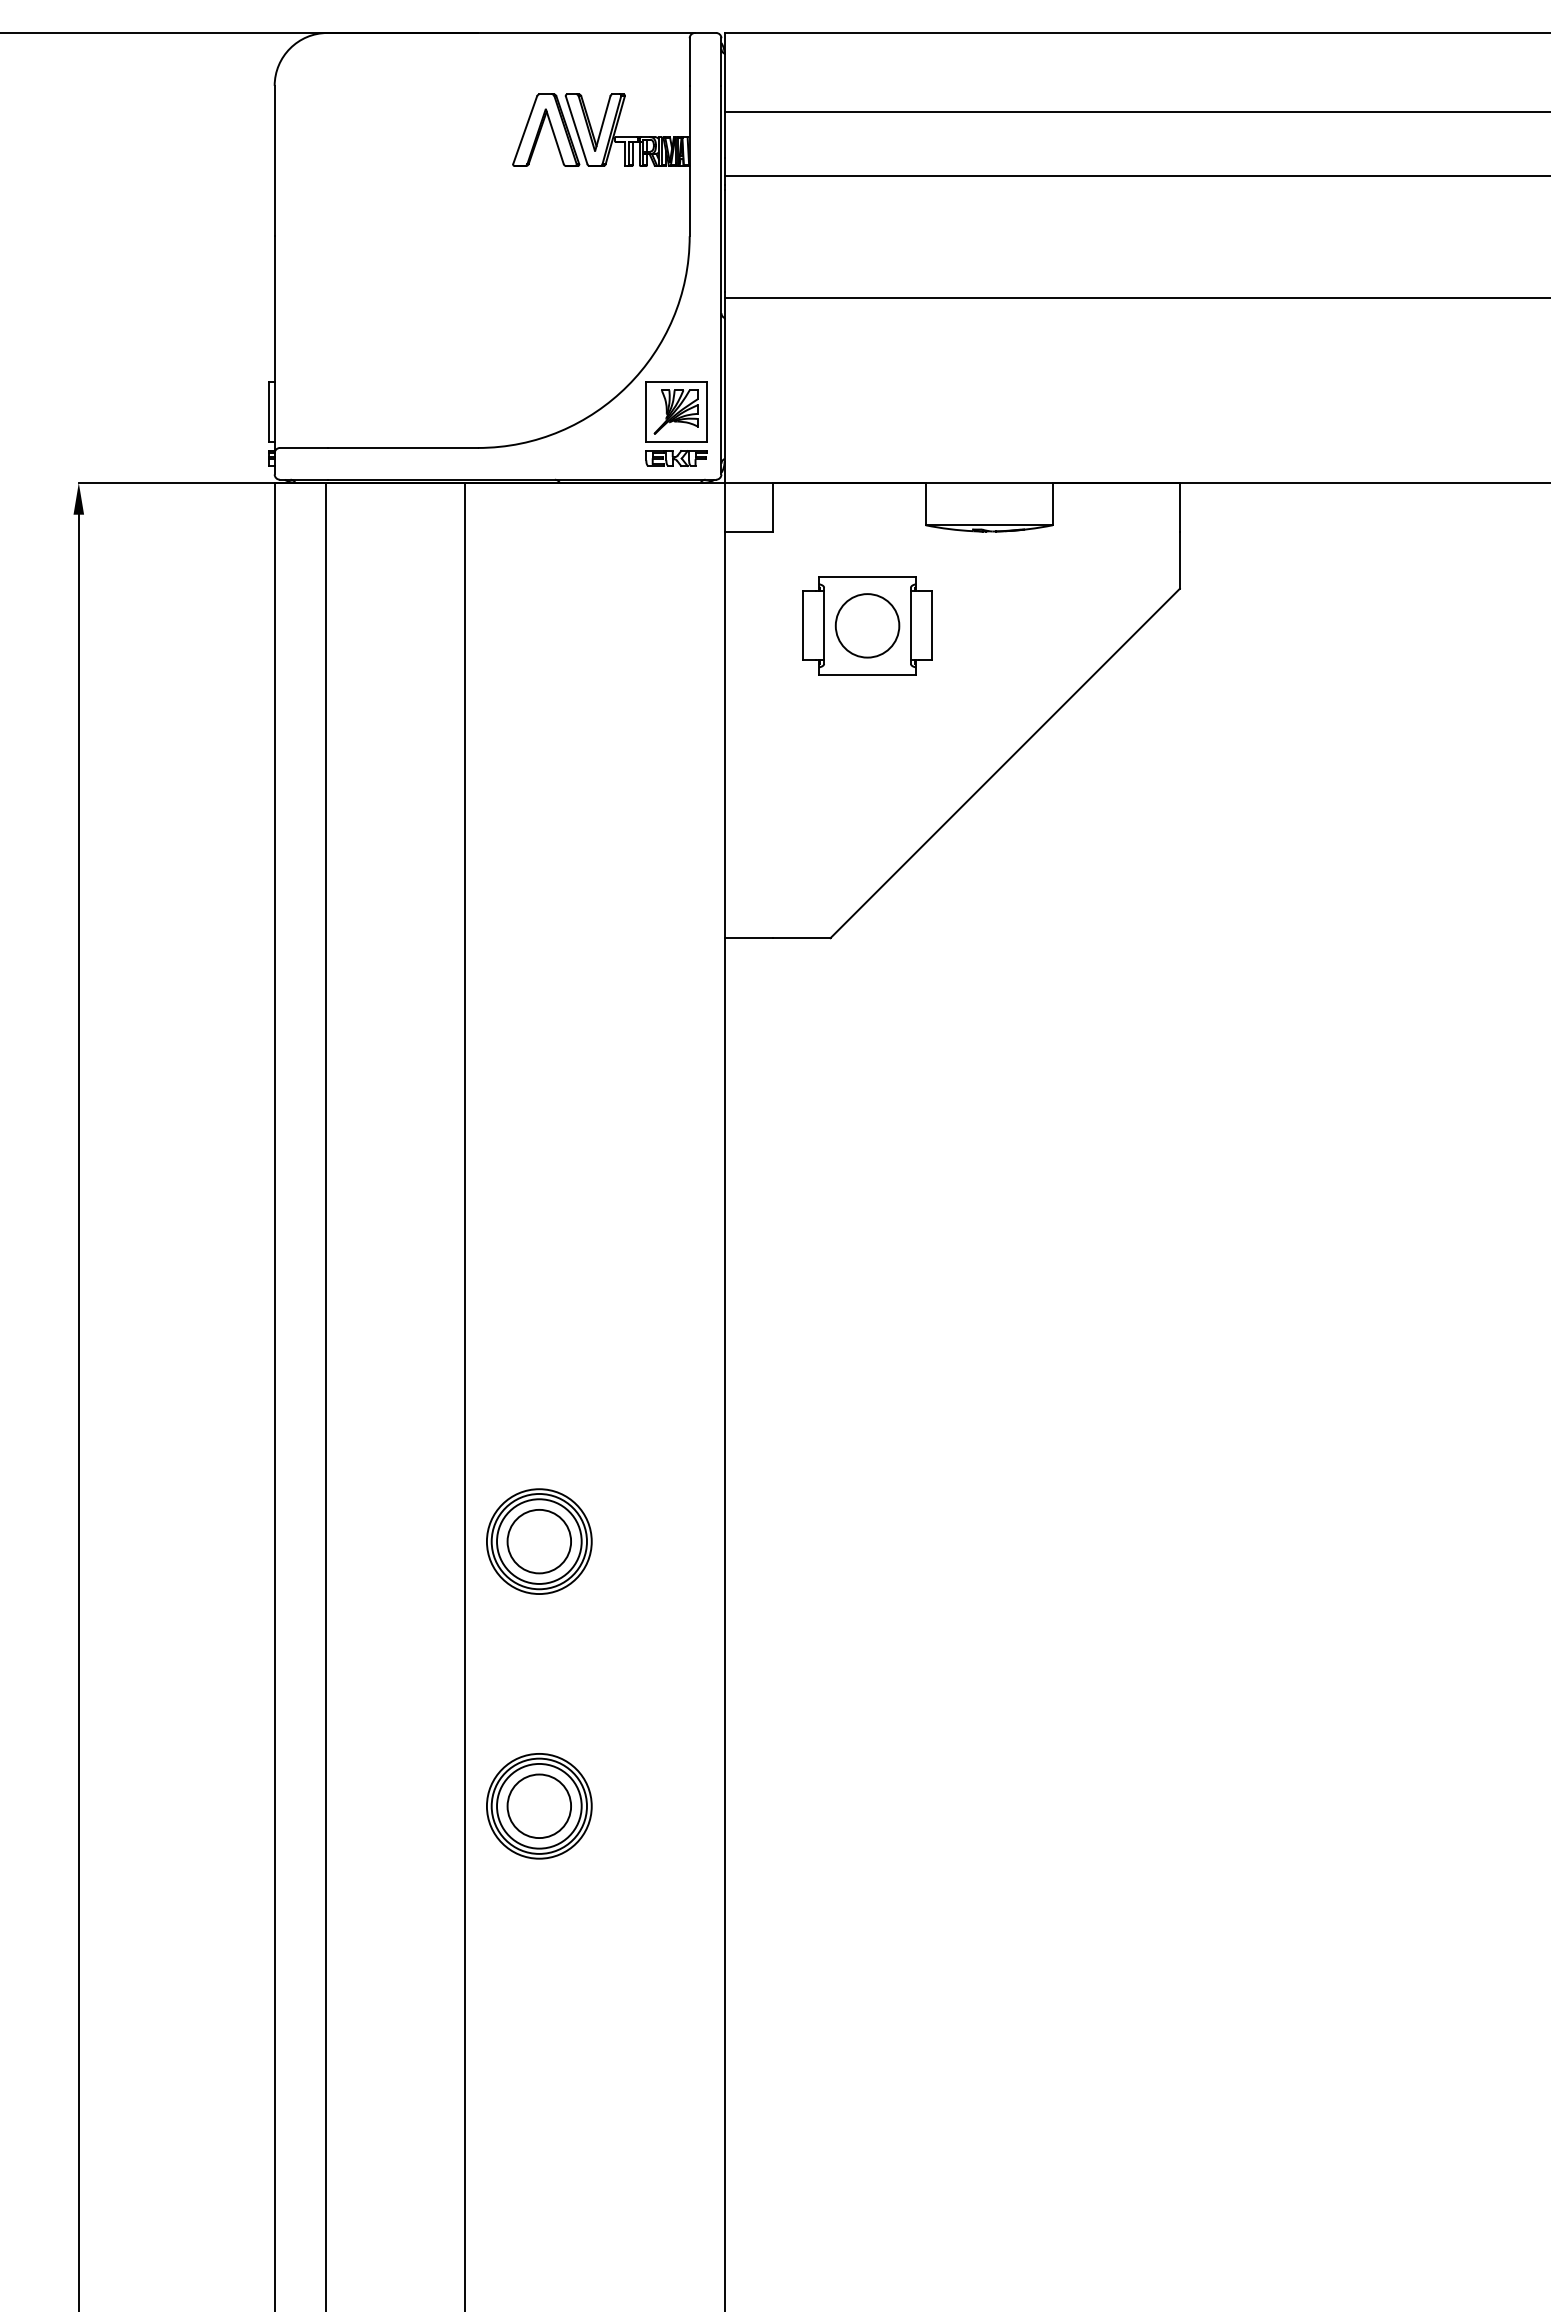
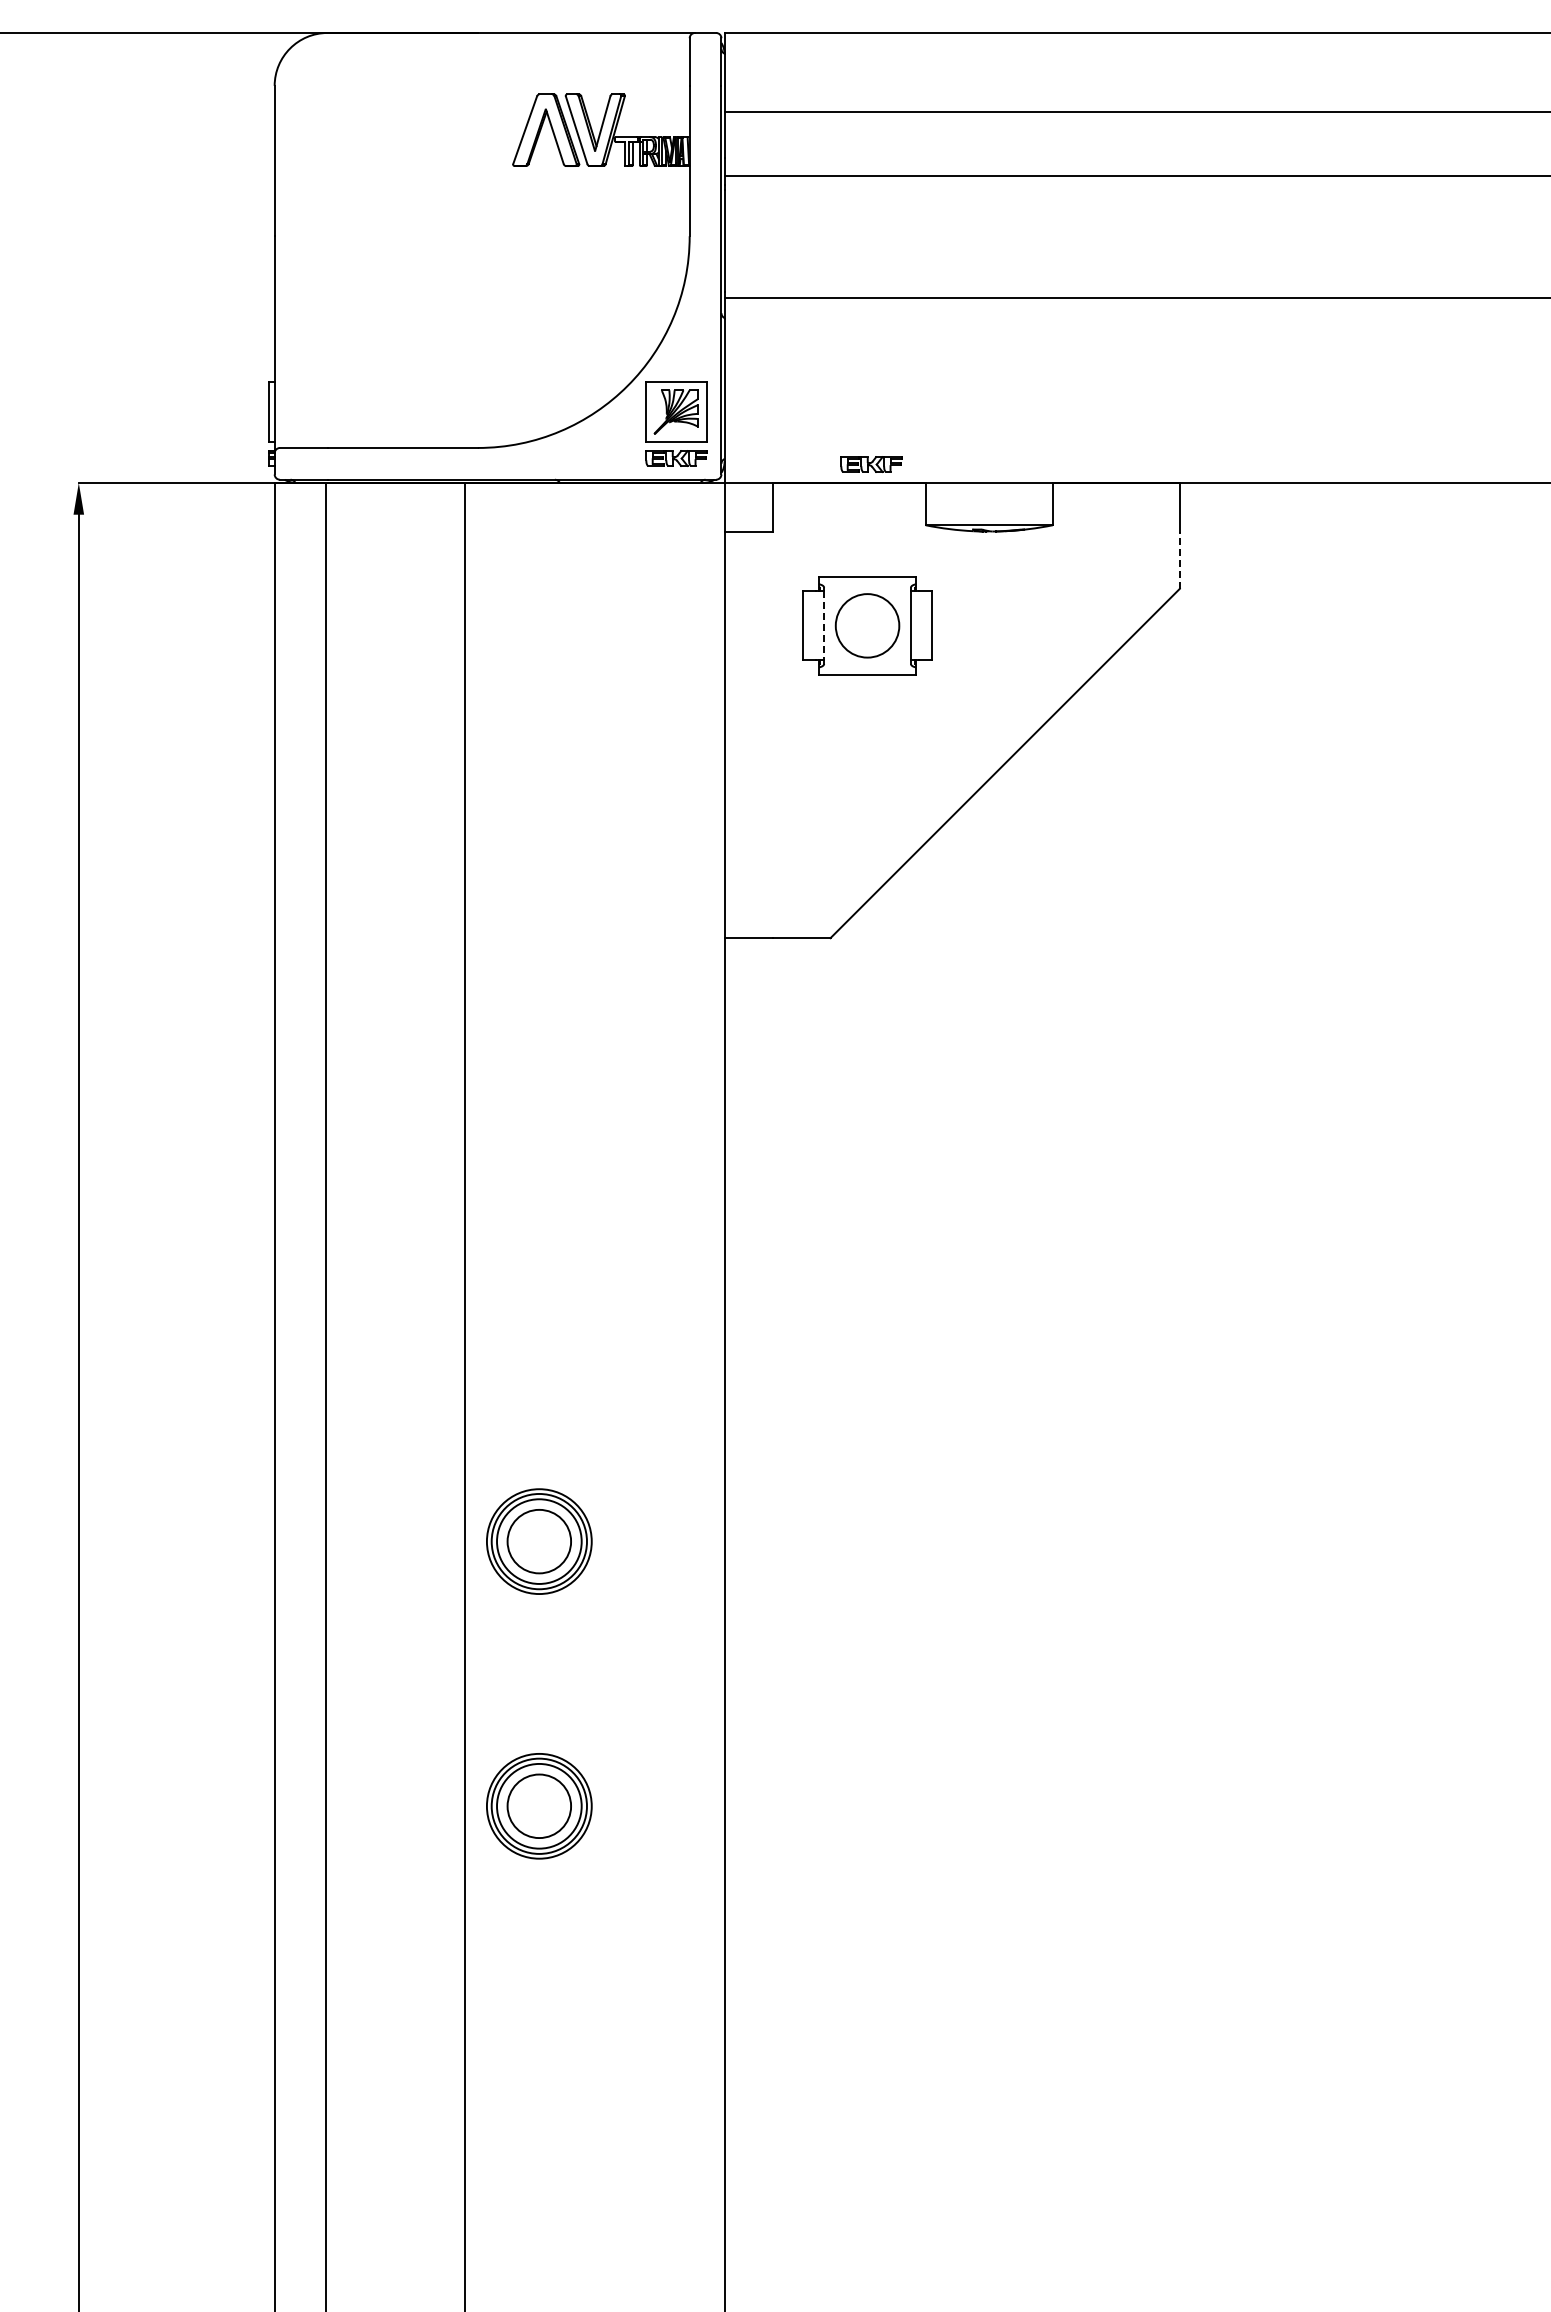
part at (871, 464): none -> present
line at (1179, 560): solid -> dashed
line at (824, 626): solid -> dashed
